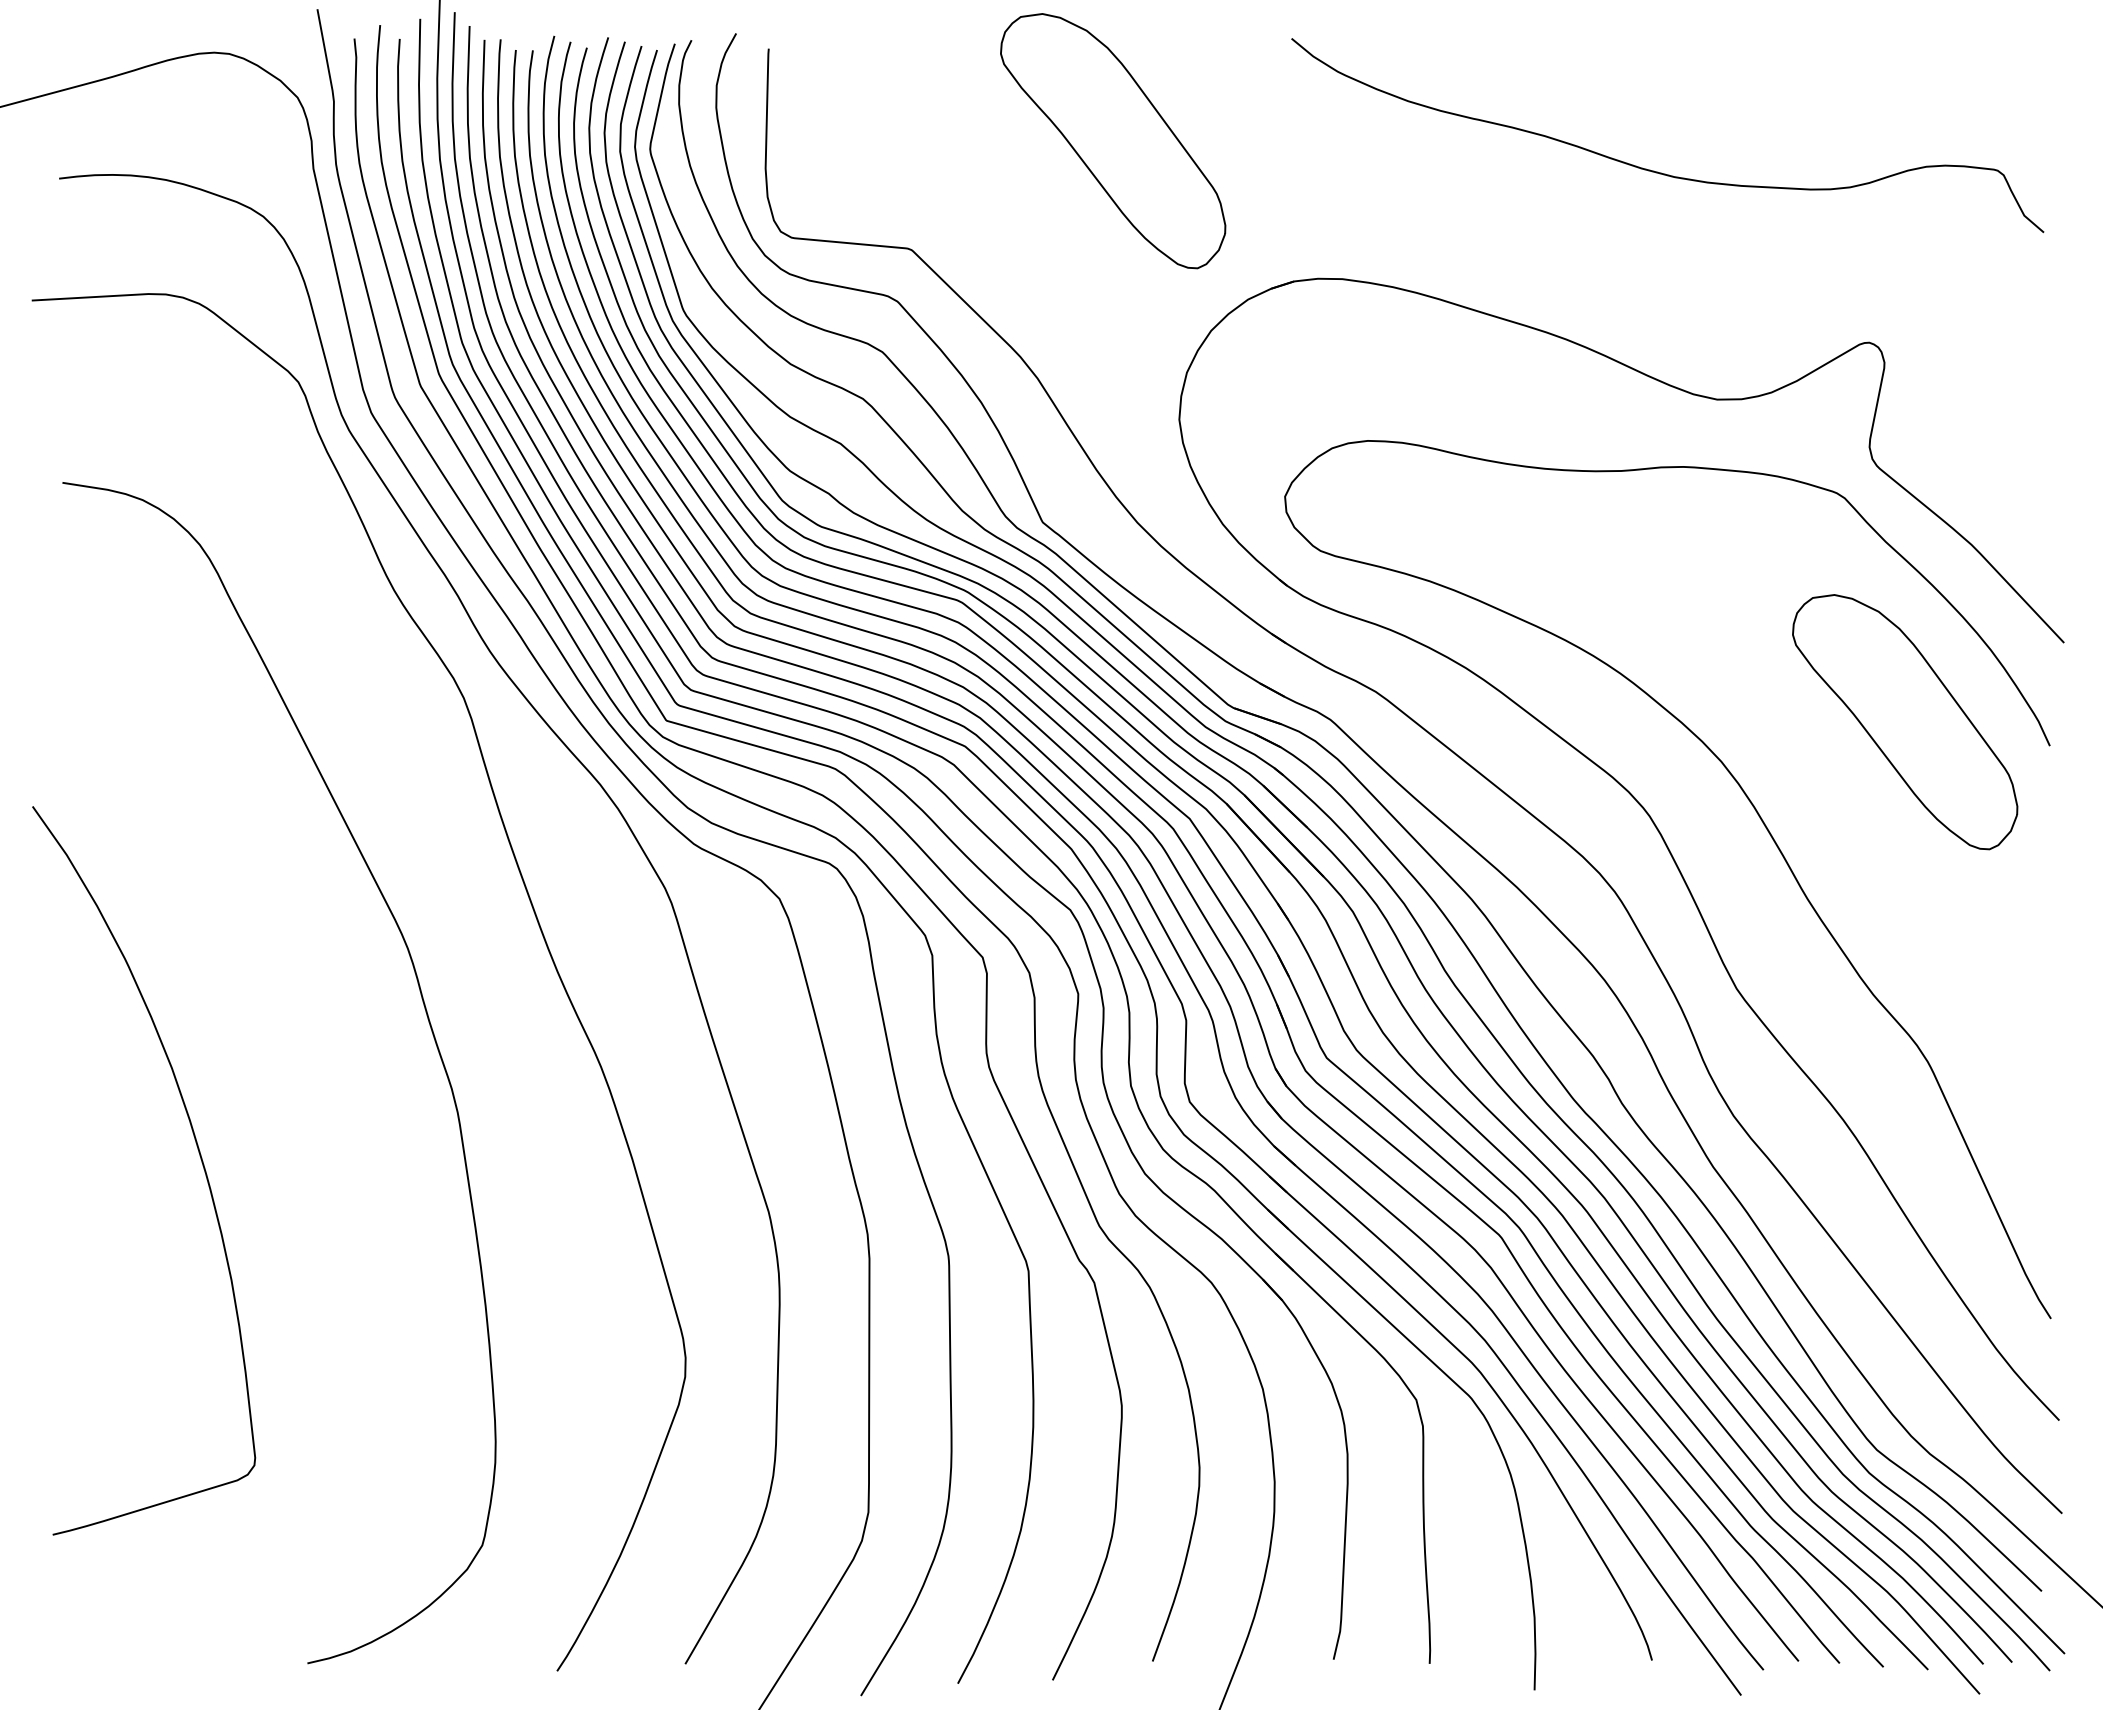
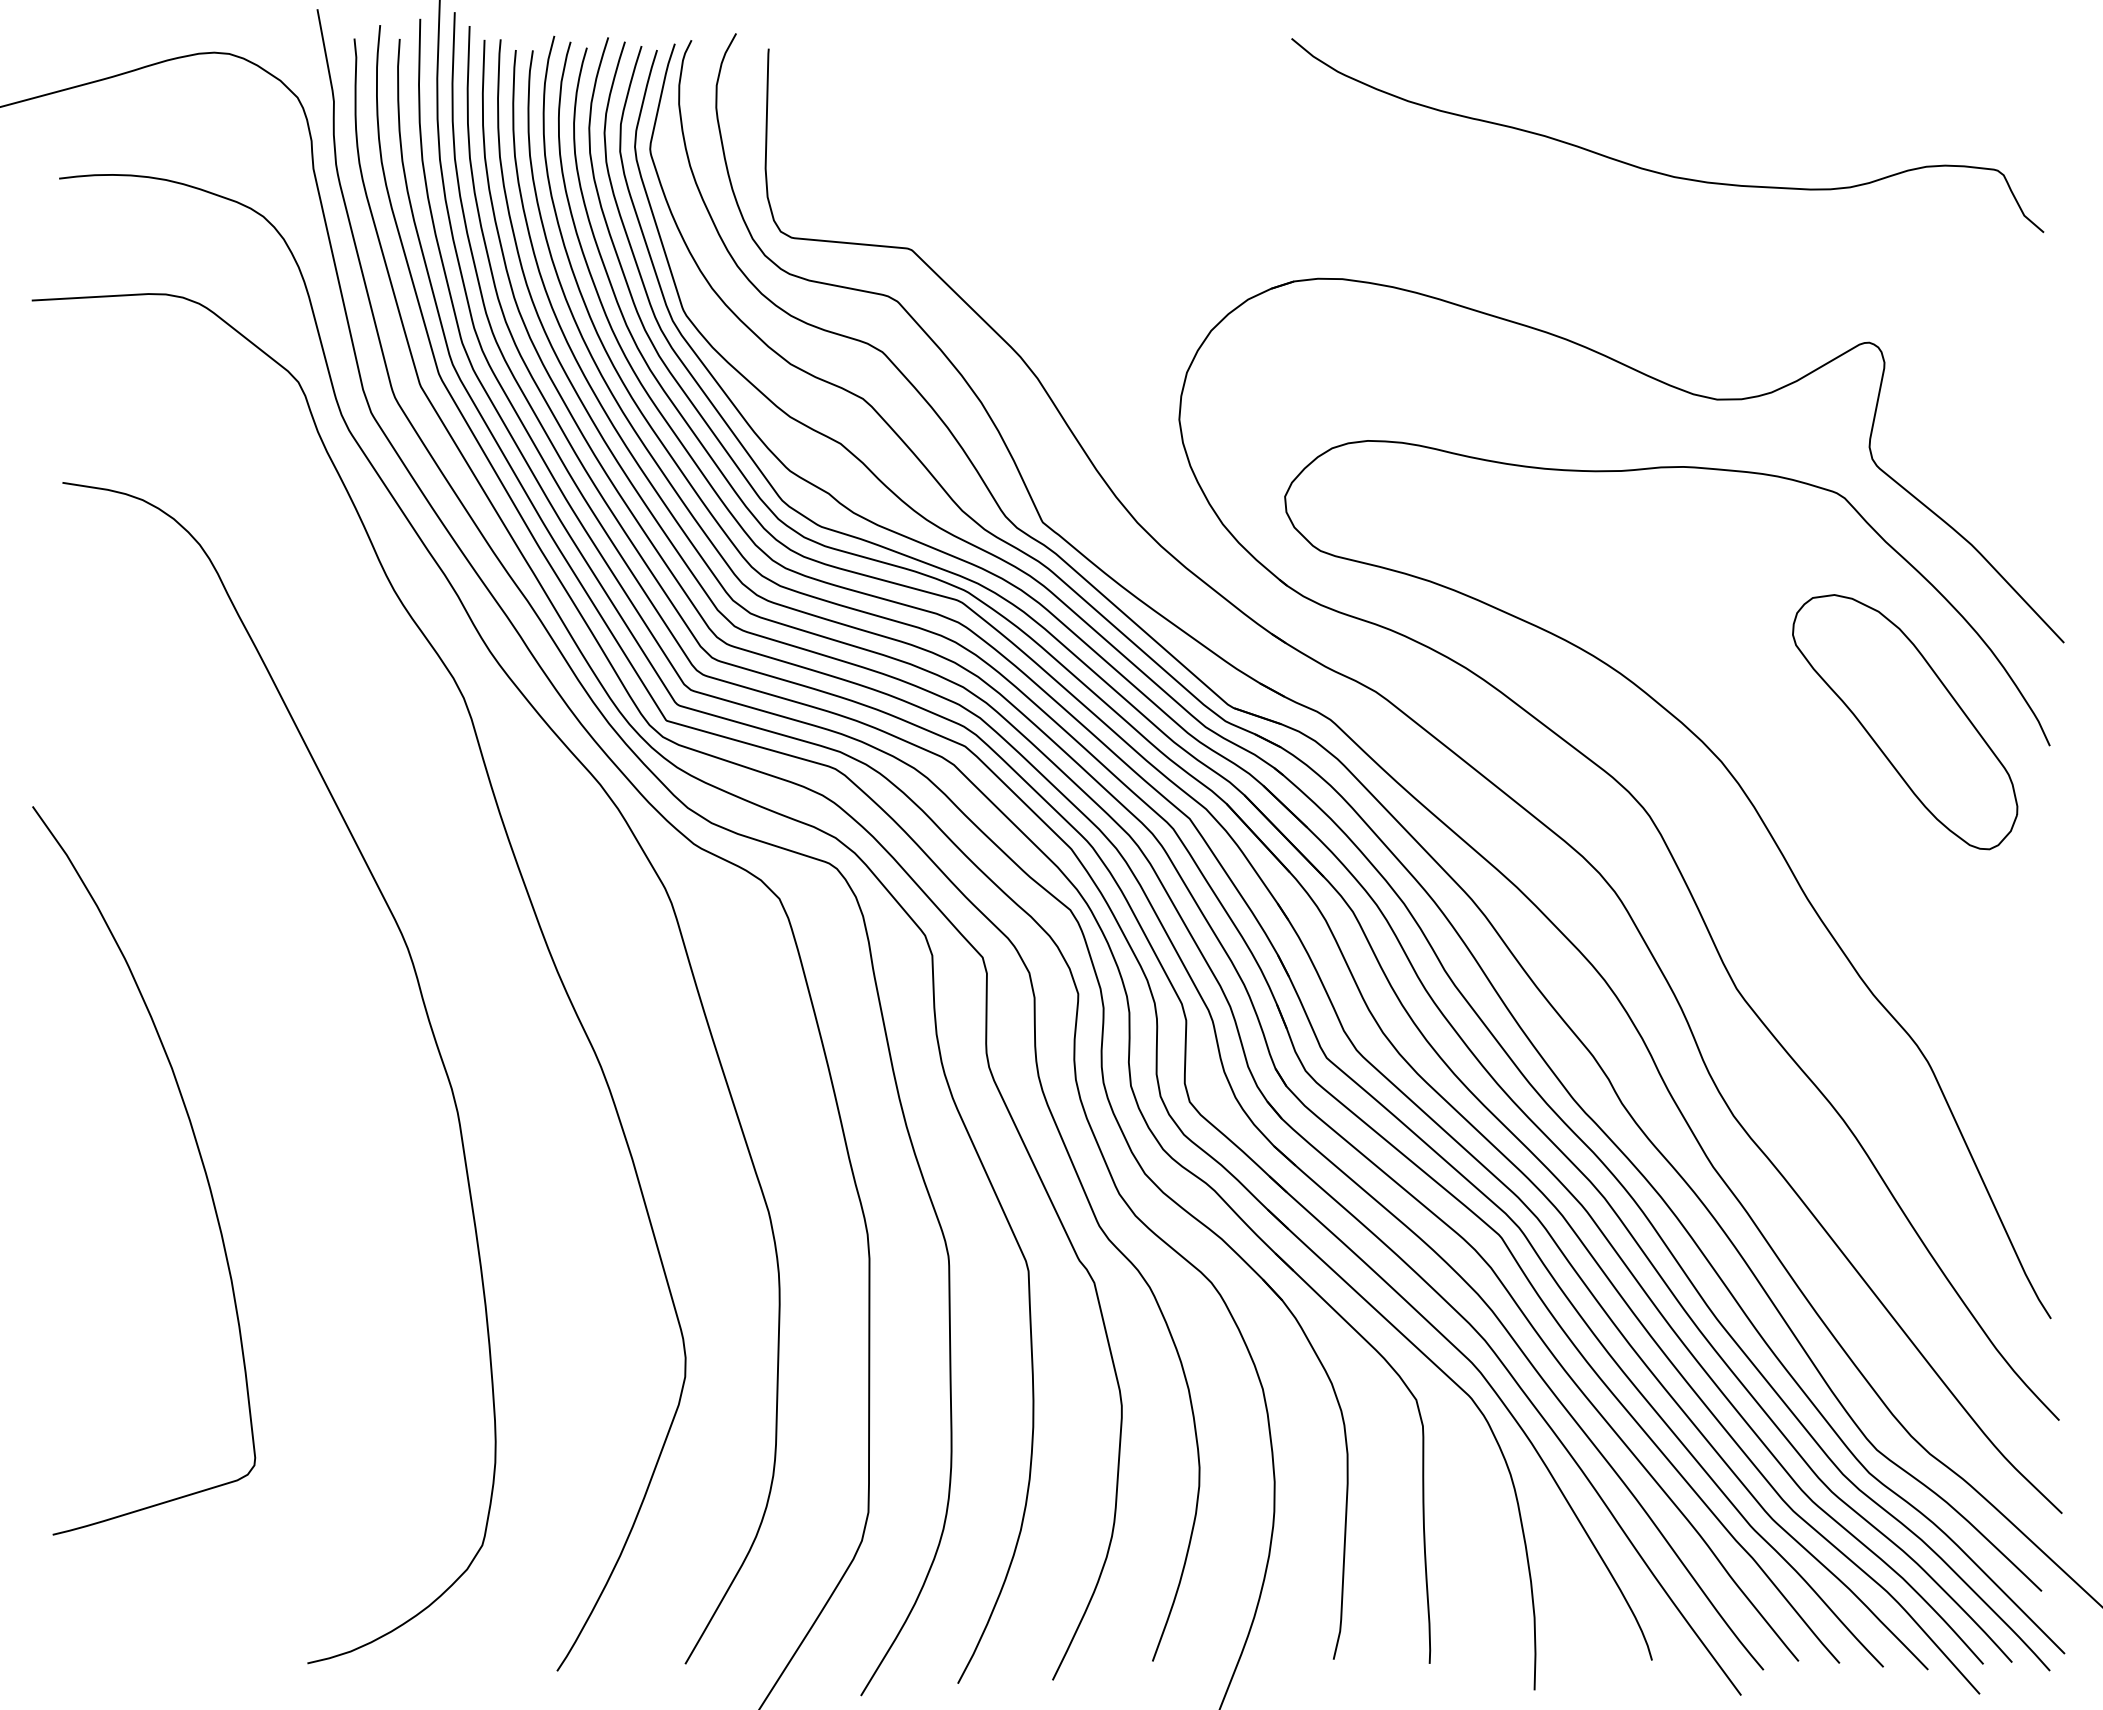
part at (1113, 141): present -> none
